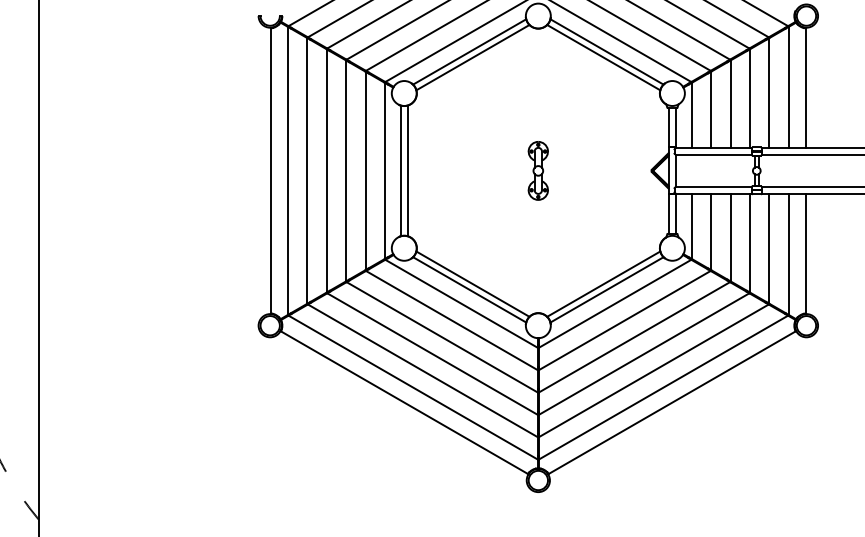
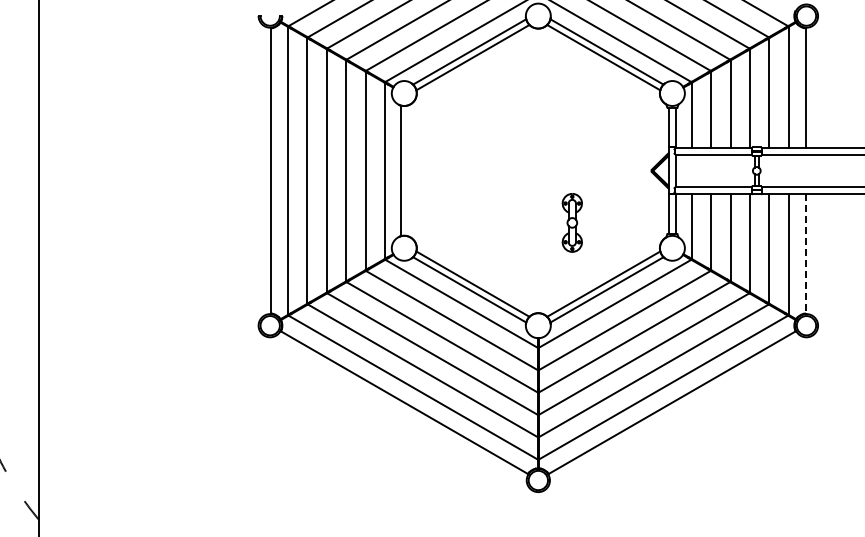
line at (407, 170): present -> none
part at (537, 170) position: (537, 170) -> (571, 222)
line at (806, 253): solid -> dashed
